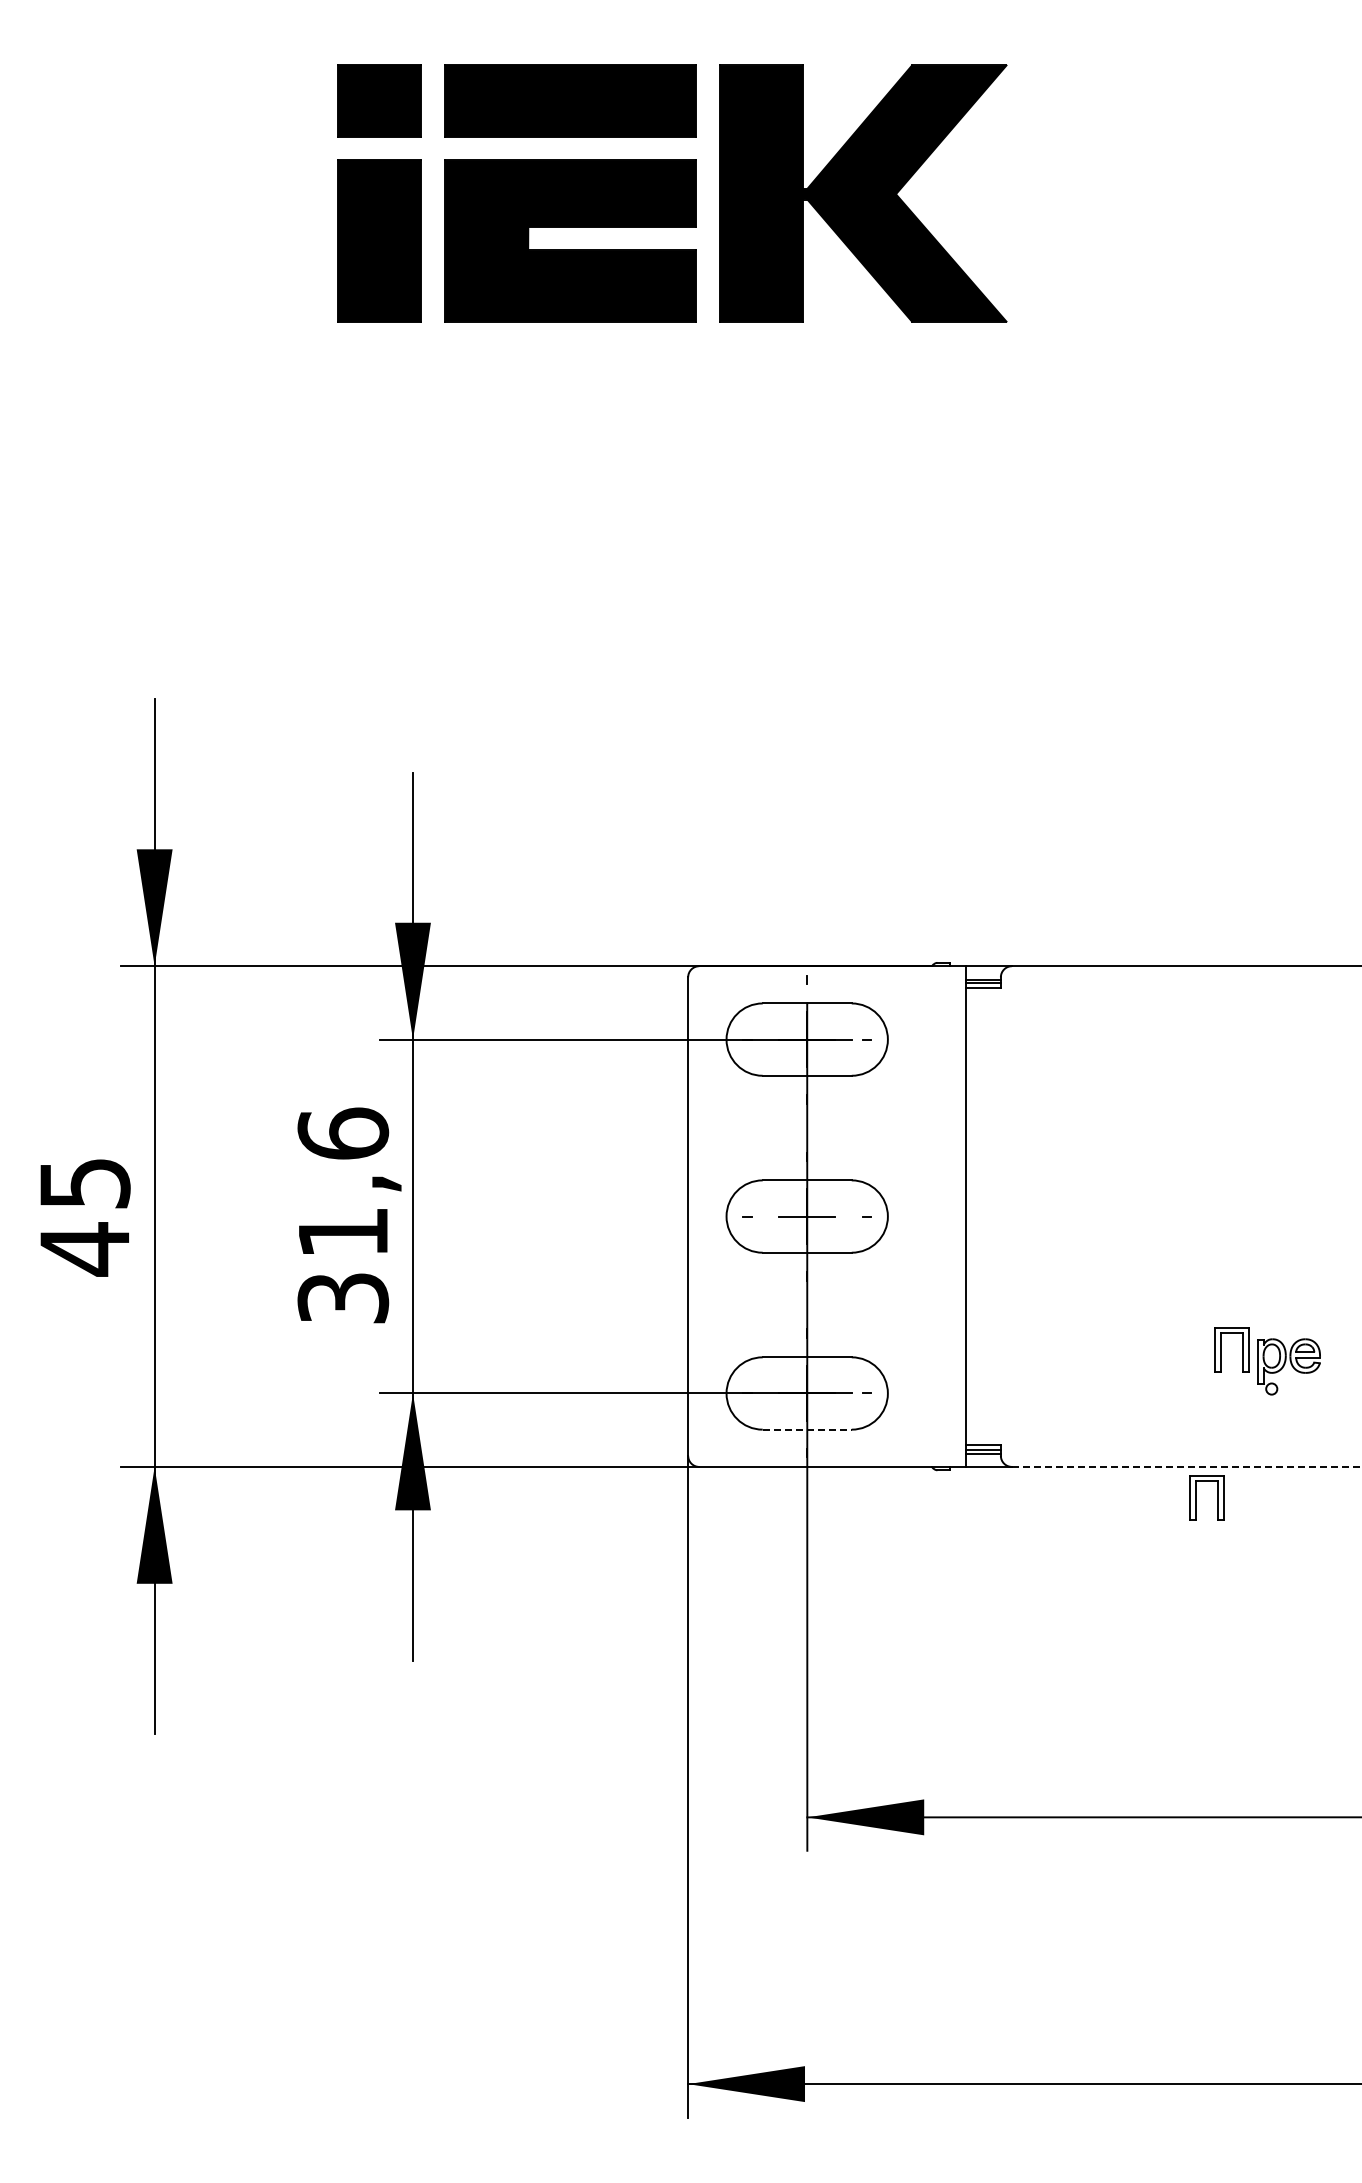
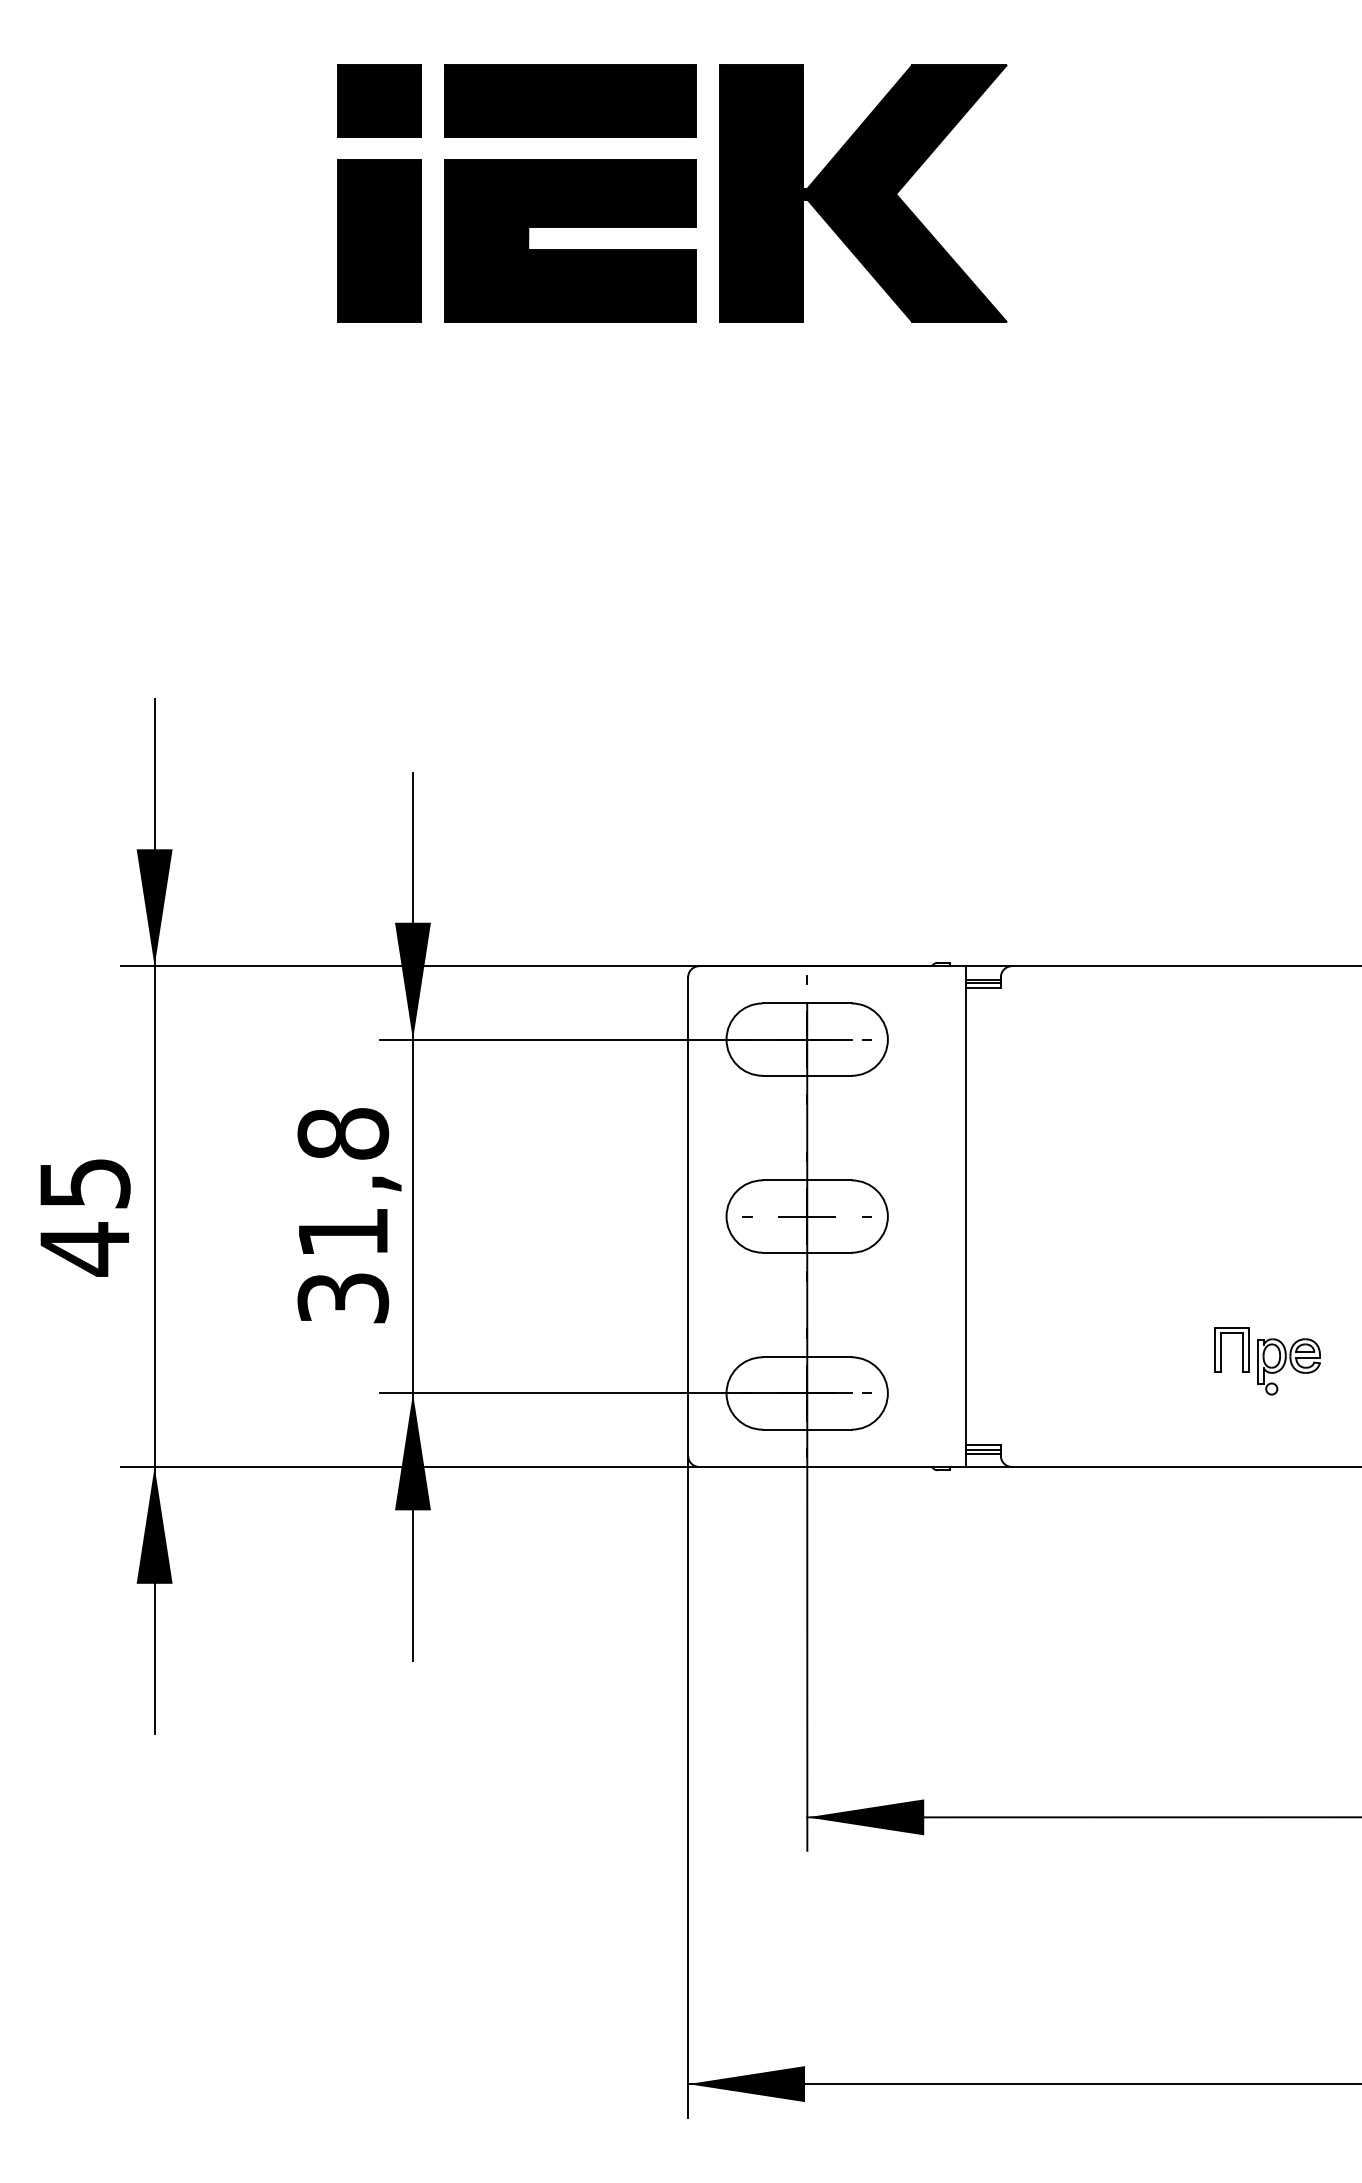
text at (343, 1133): 31,6 -> 31,8
line at (807, 1429): dashed -> solid
line at (1186, 1466): dashed -> solid
part at (1196, 1497): present -> none
